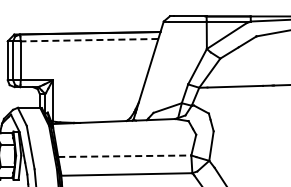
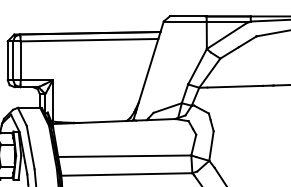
line at (89, 40): dashed -> solid
line at (124, 156): dashed -> solid
